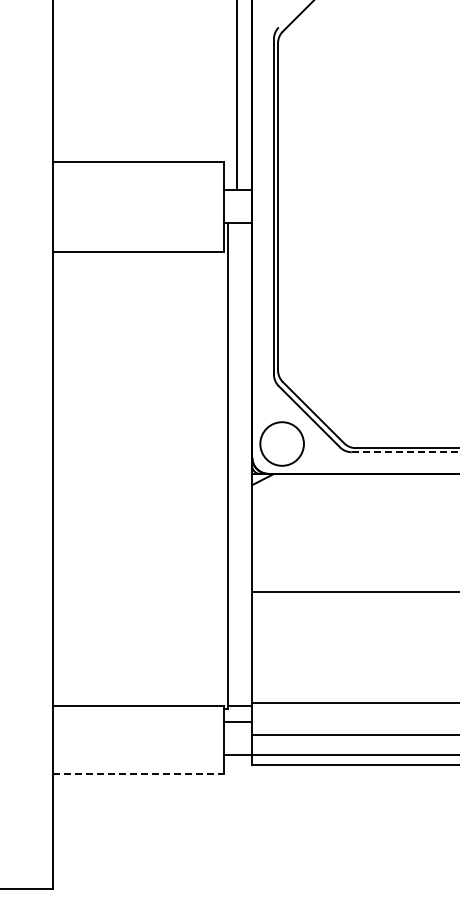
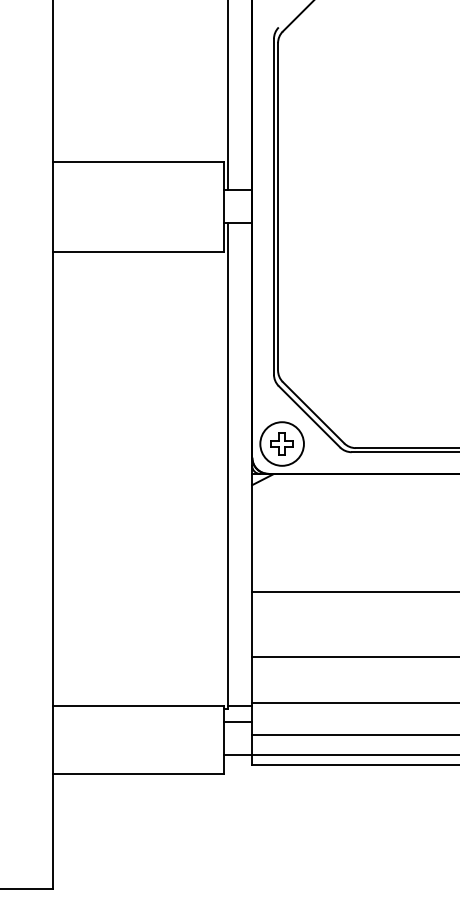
line at (236, 96) position: (236, 96) -> (227, 96)
part at (281, 443): none -> present
line at (405, 452): dashed -> solid
line at (354, 657): none -> present
line at (138, 773): dashed -> solid
